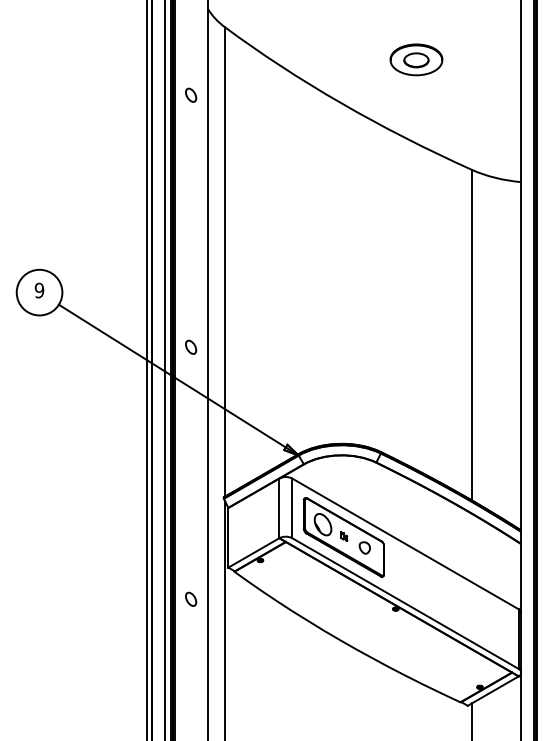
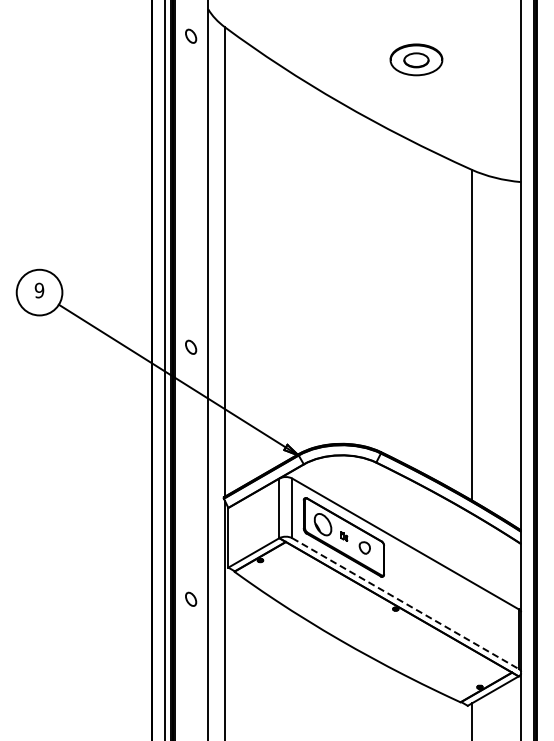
part at (191, 94) position: (191, 94) -> (191, 35)
line at (146, 369): present -> none
line at (405, 603): solid -> dashed
